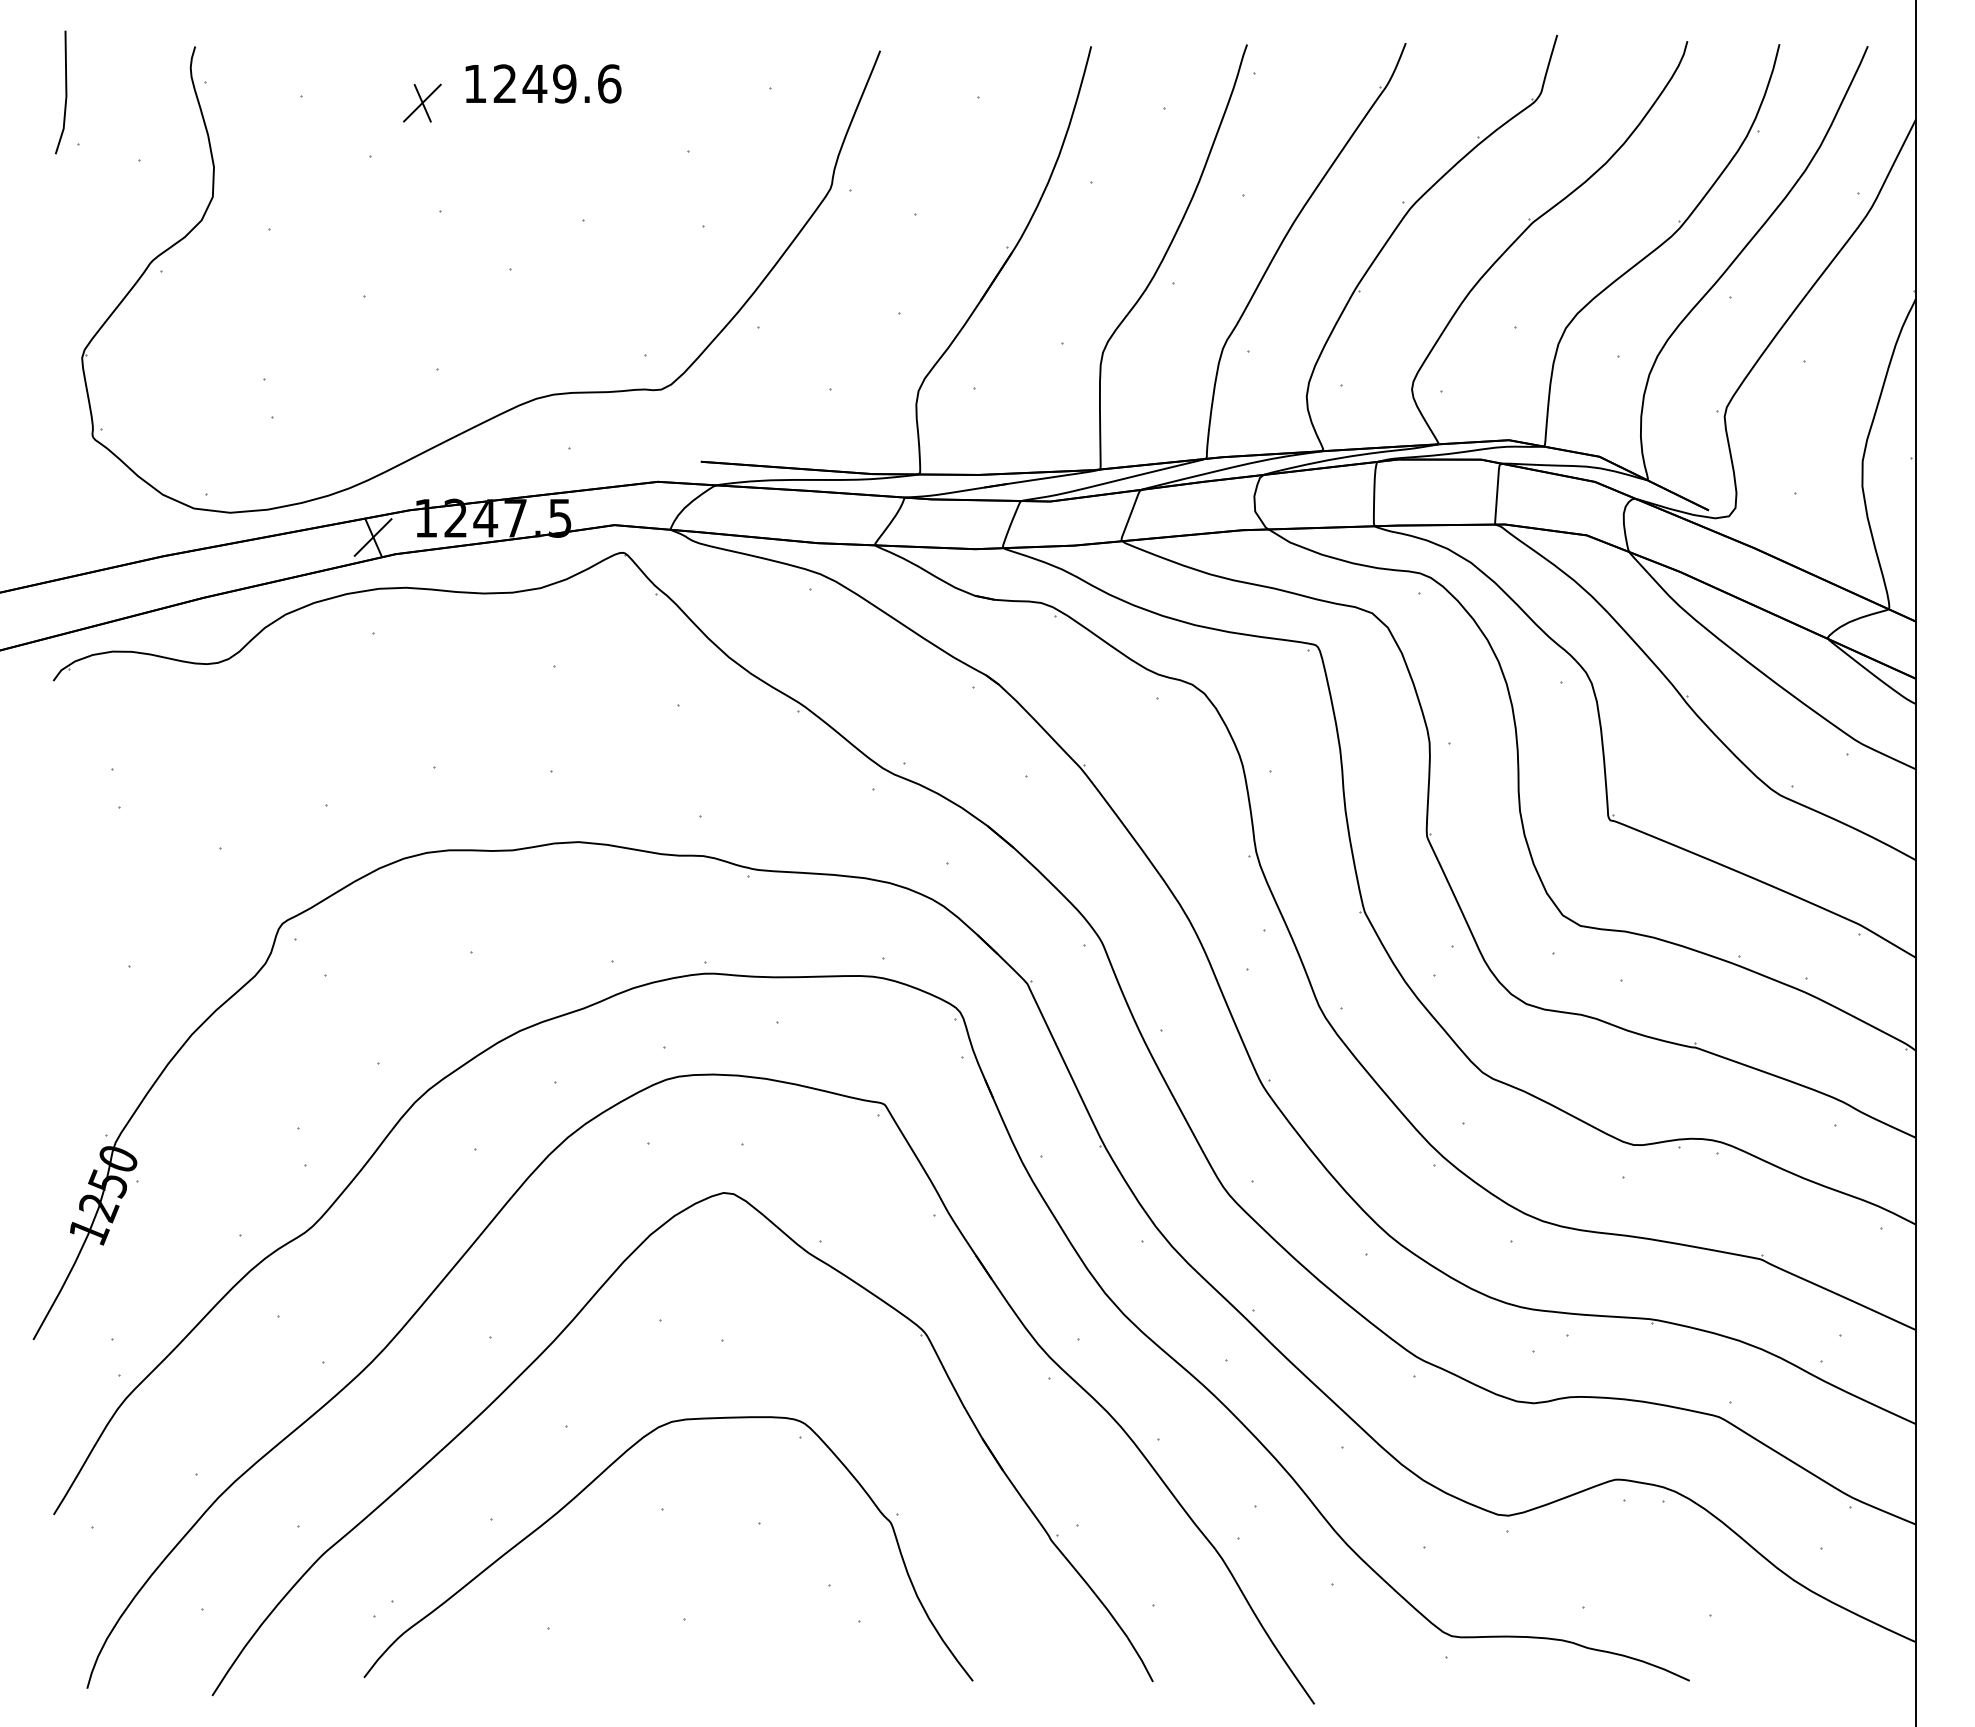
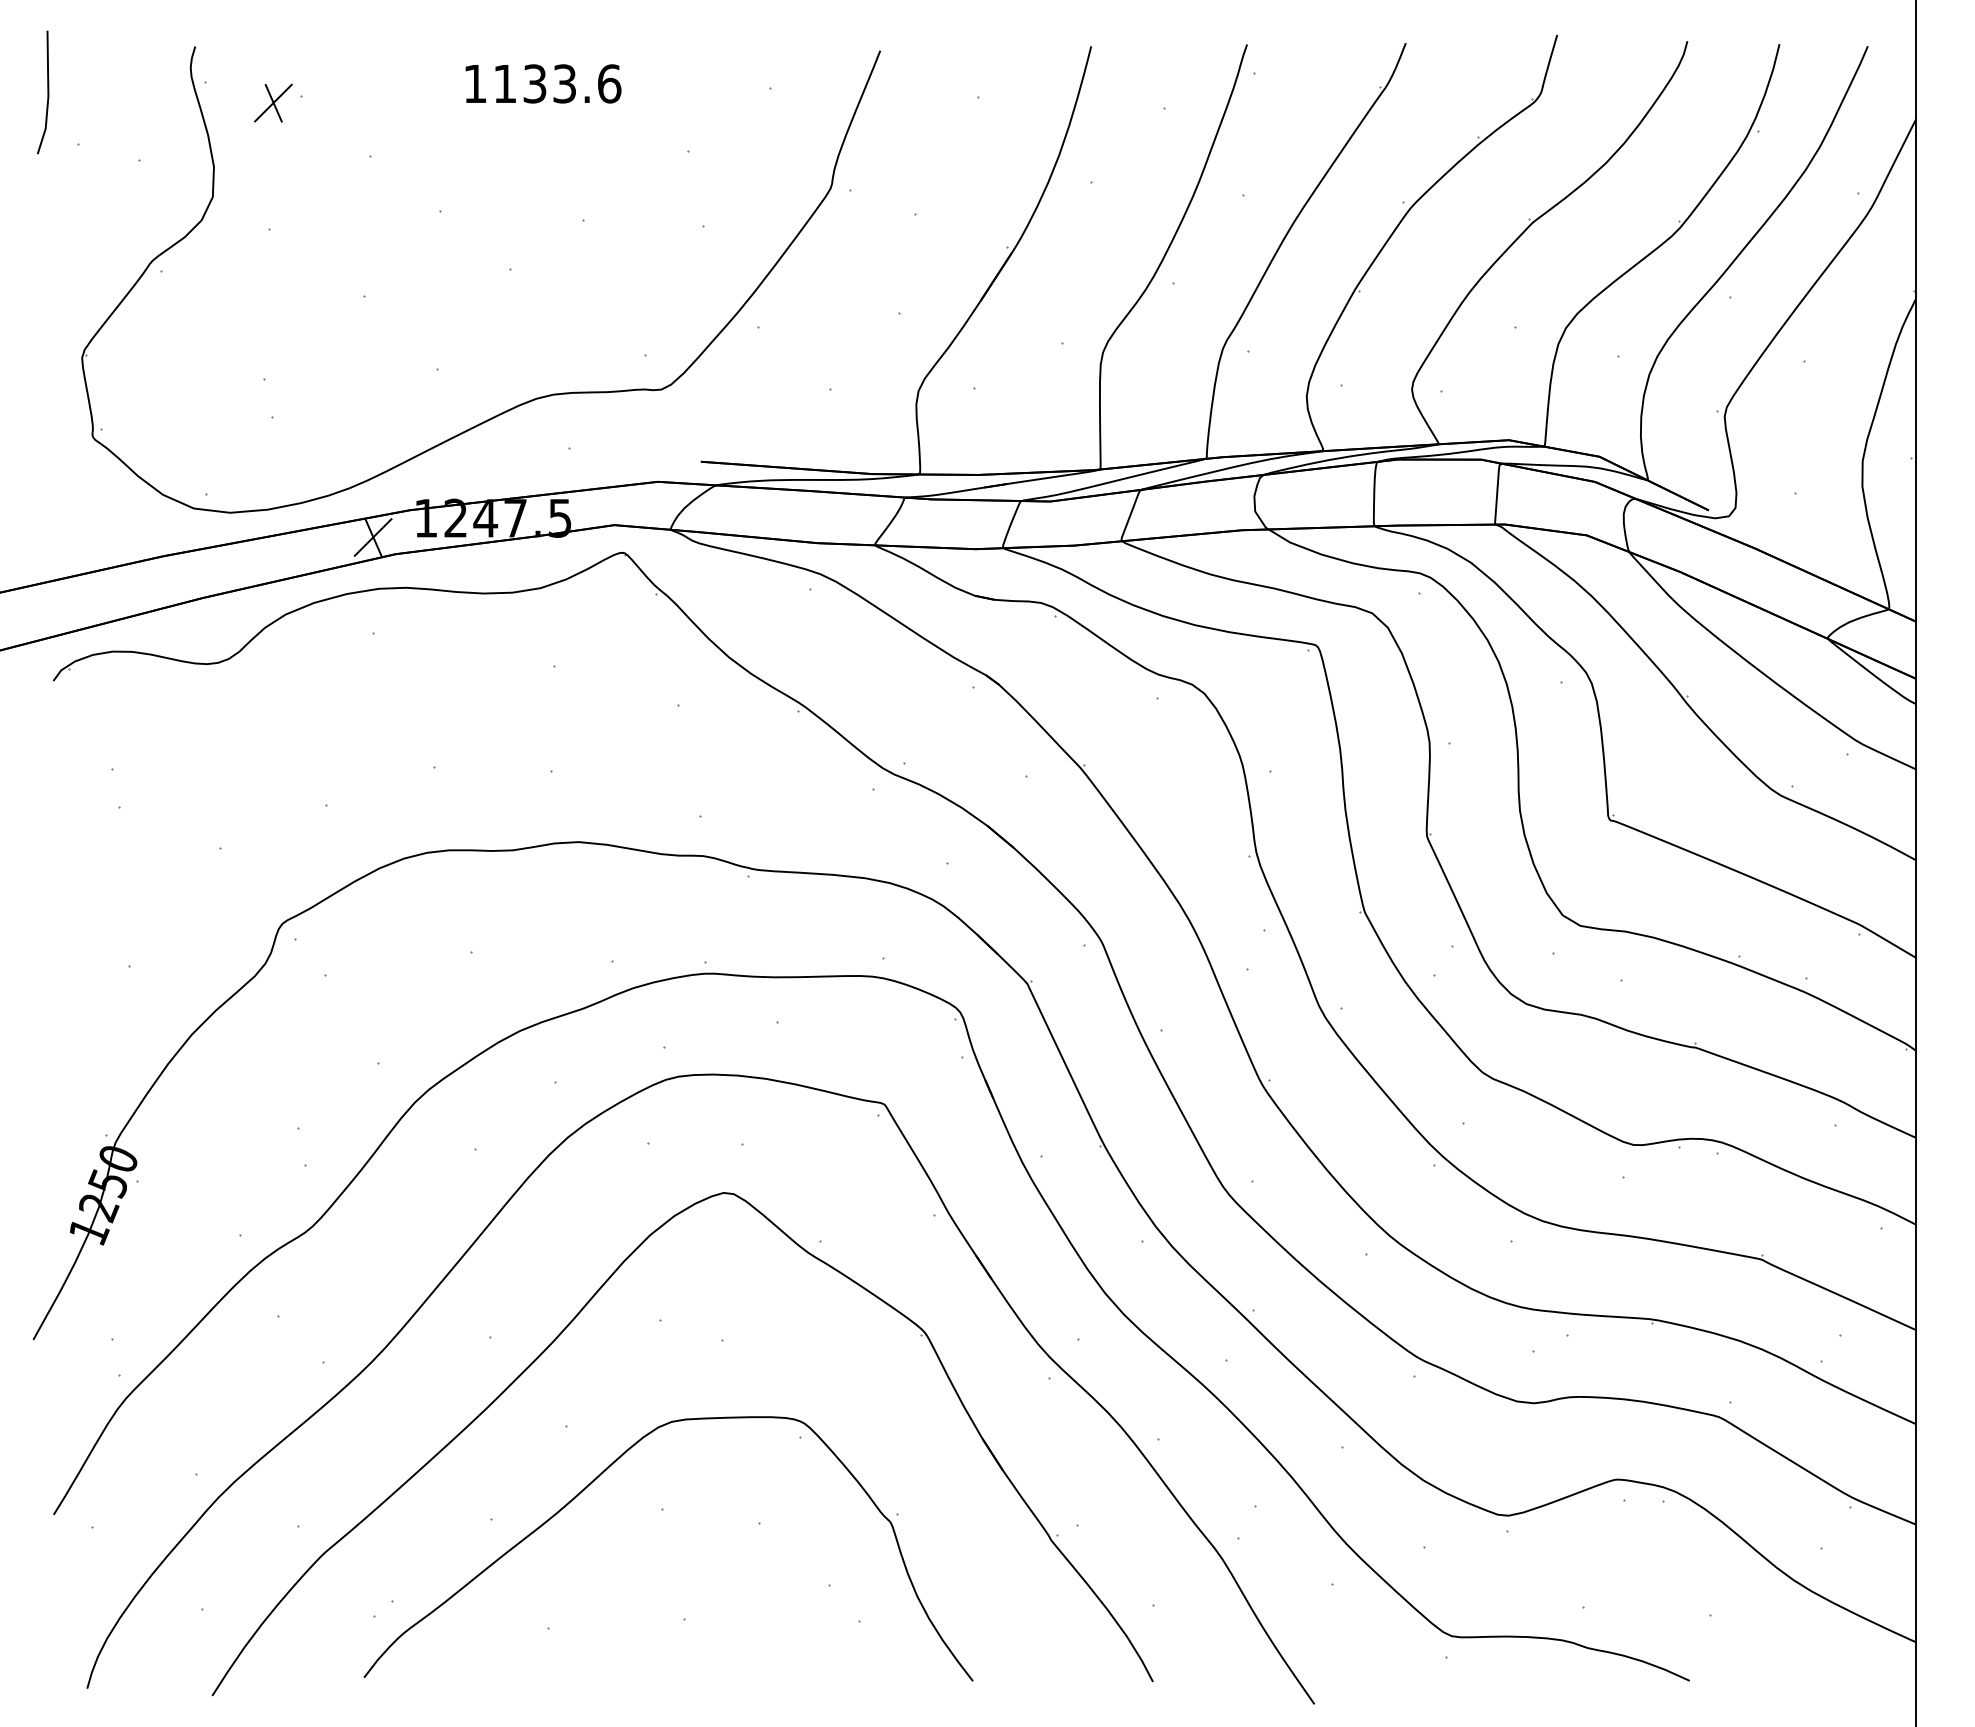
text at (534, 83): 1249.6 -> 1133.6
line at (65, 92) position: (65, 92) -> (47, 92)
part at (422, 102) position: (422, 102) -> (273, 102)
